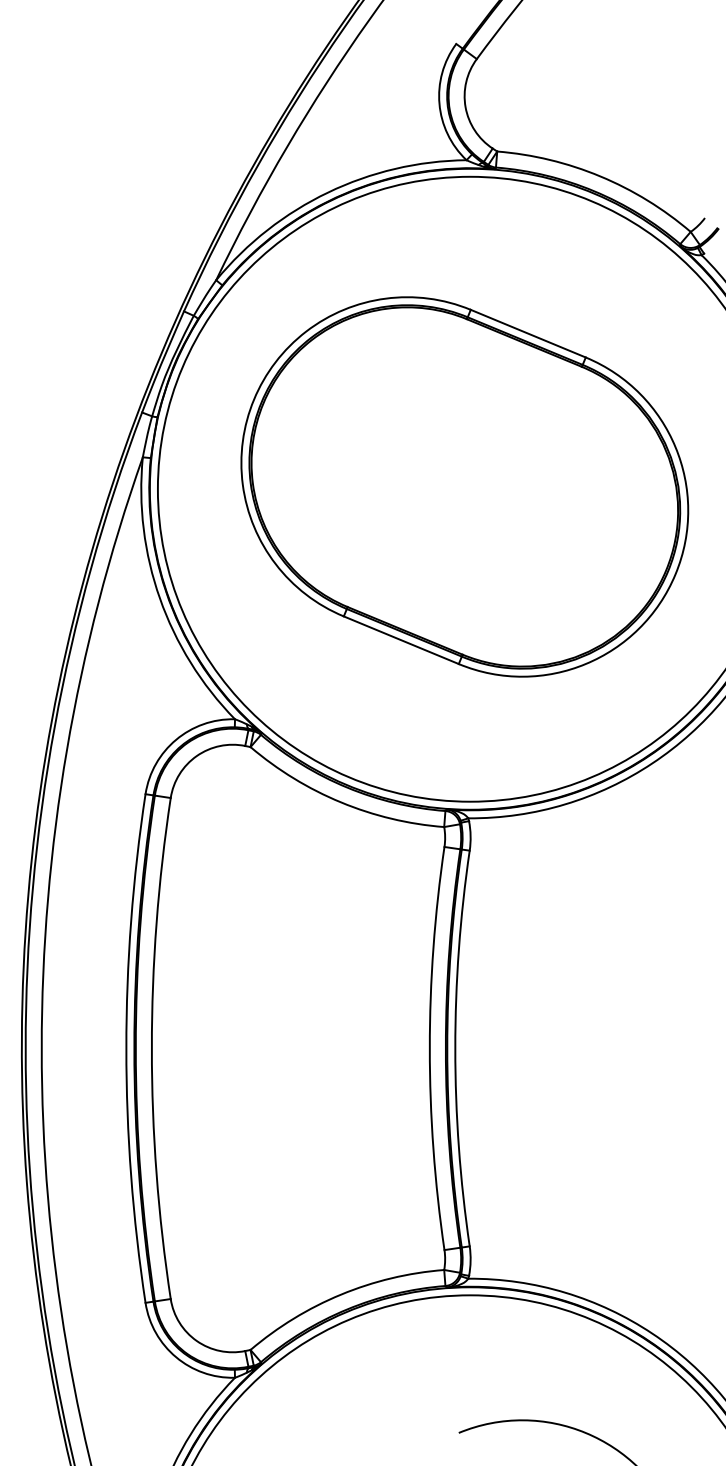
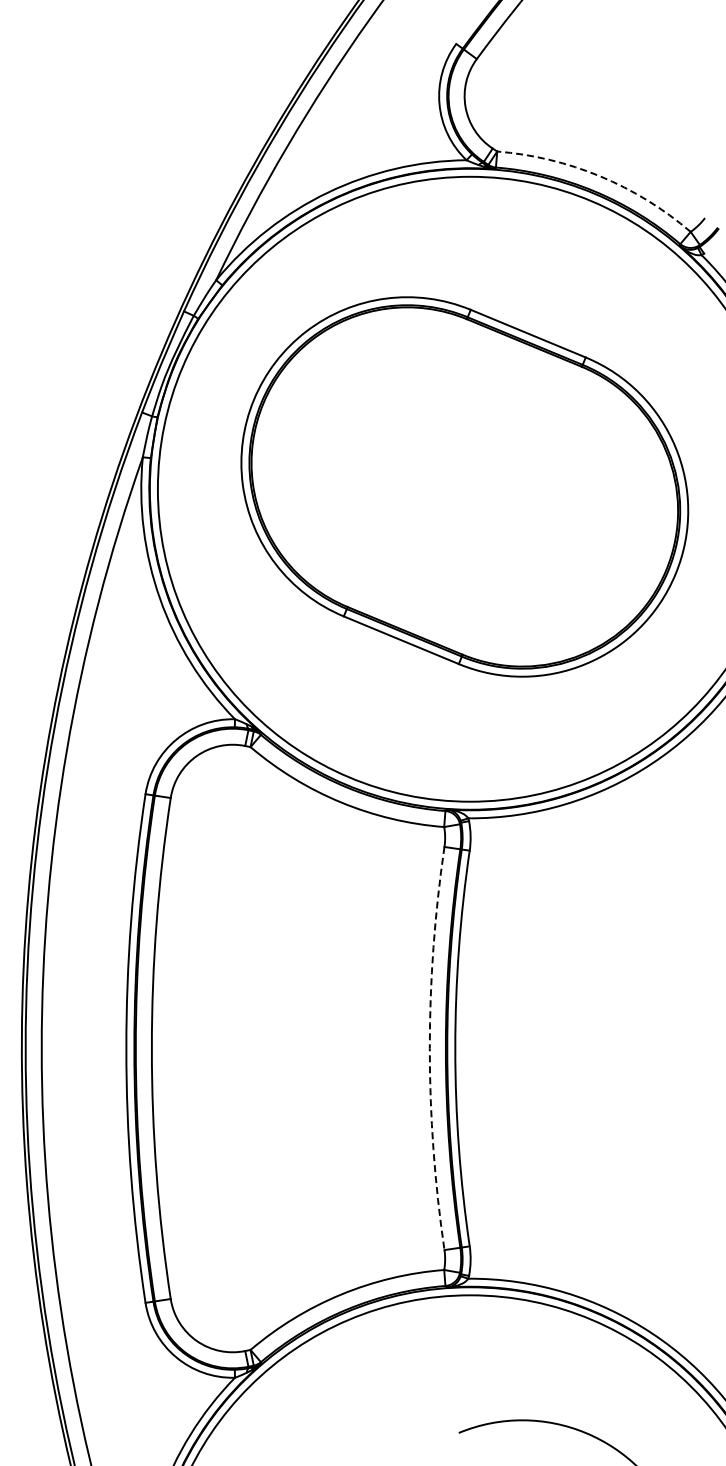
arc at (600, 176): solid -> dashed
arc at (429, 1048): solid -> dashed
